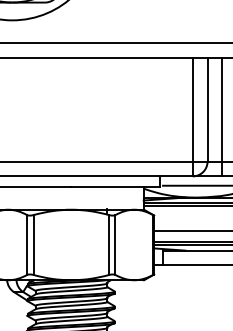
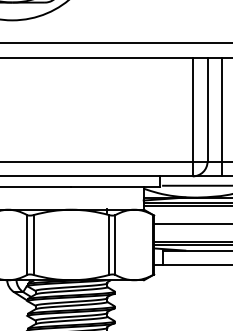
line at (191, 231) position: (191, 231) -> (191, 224)
